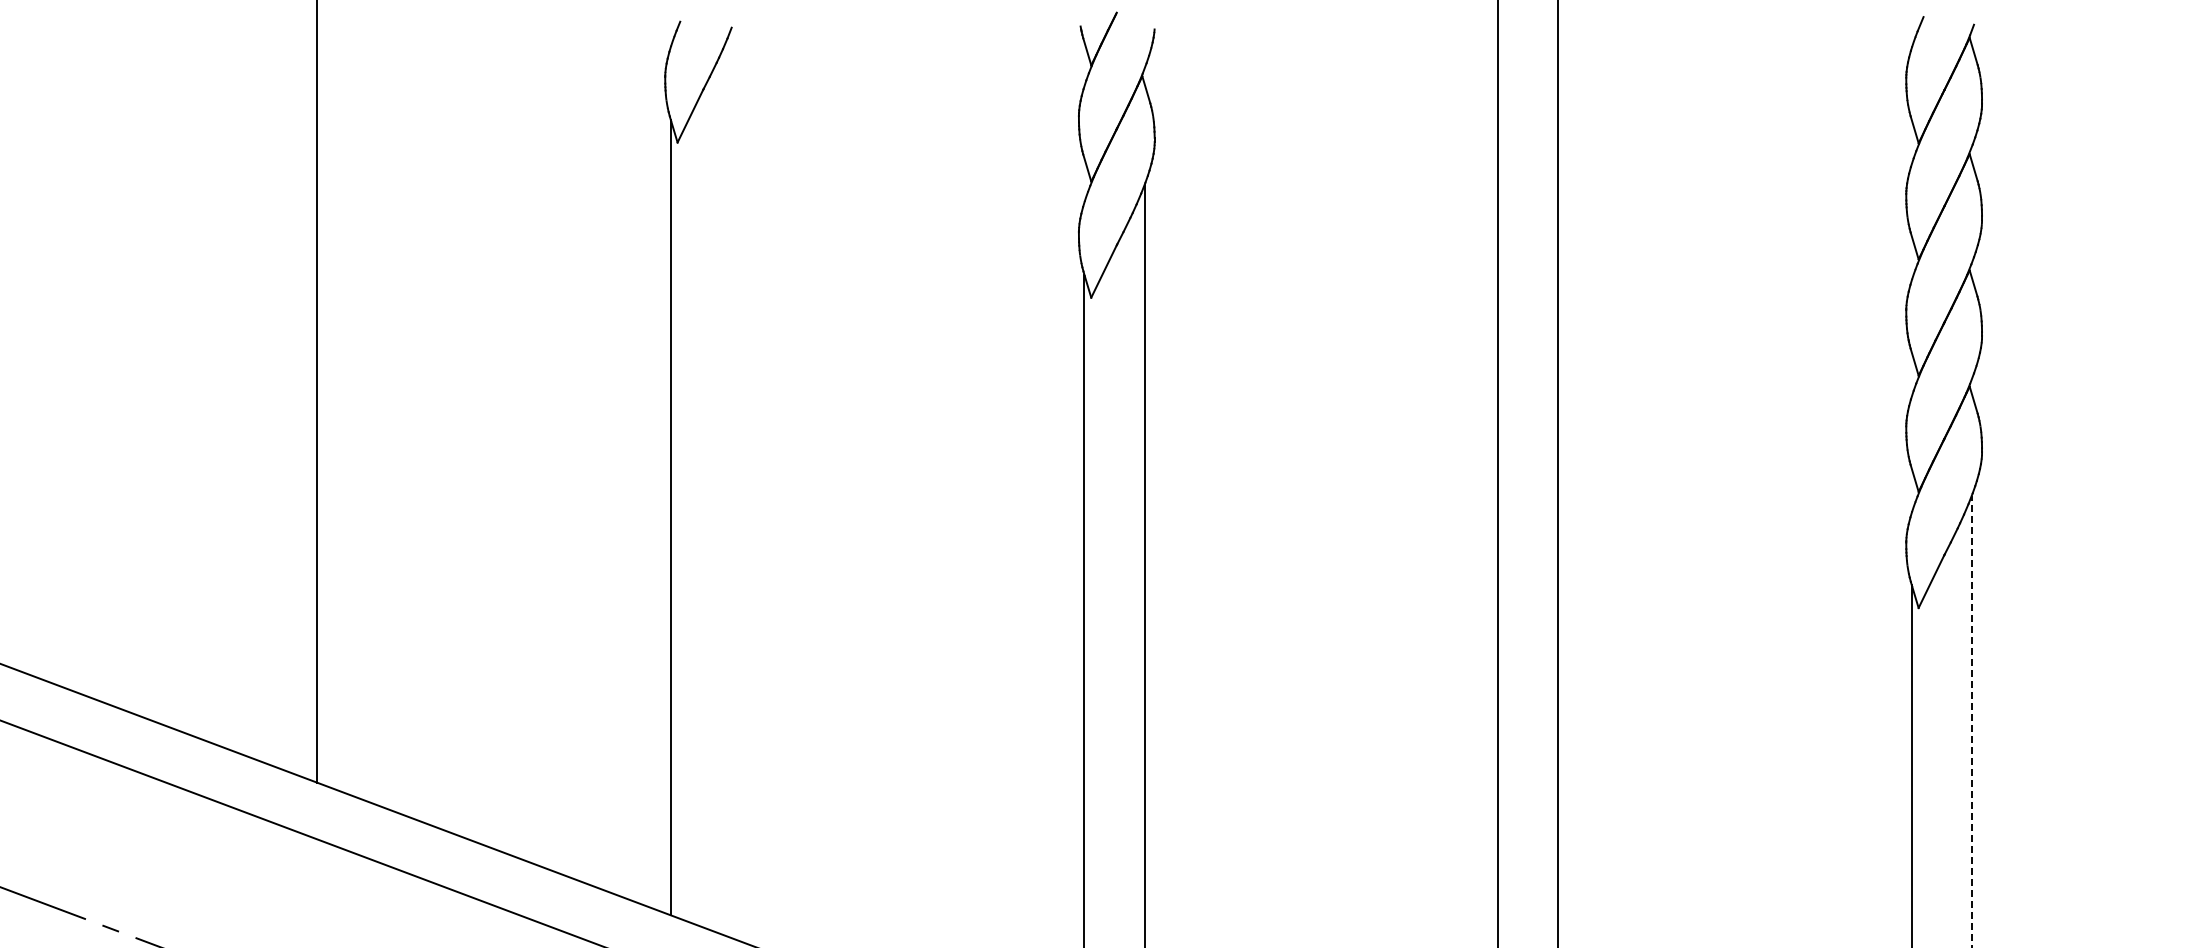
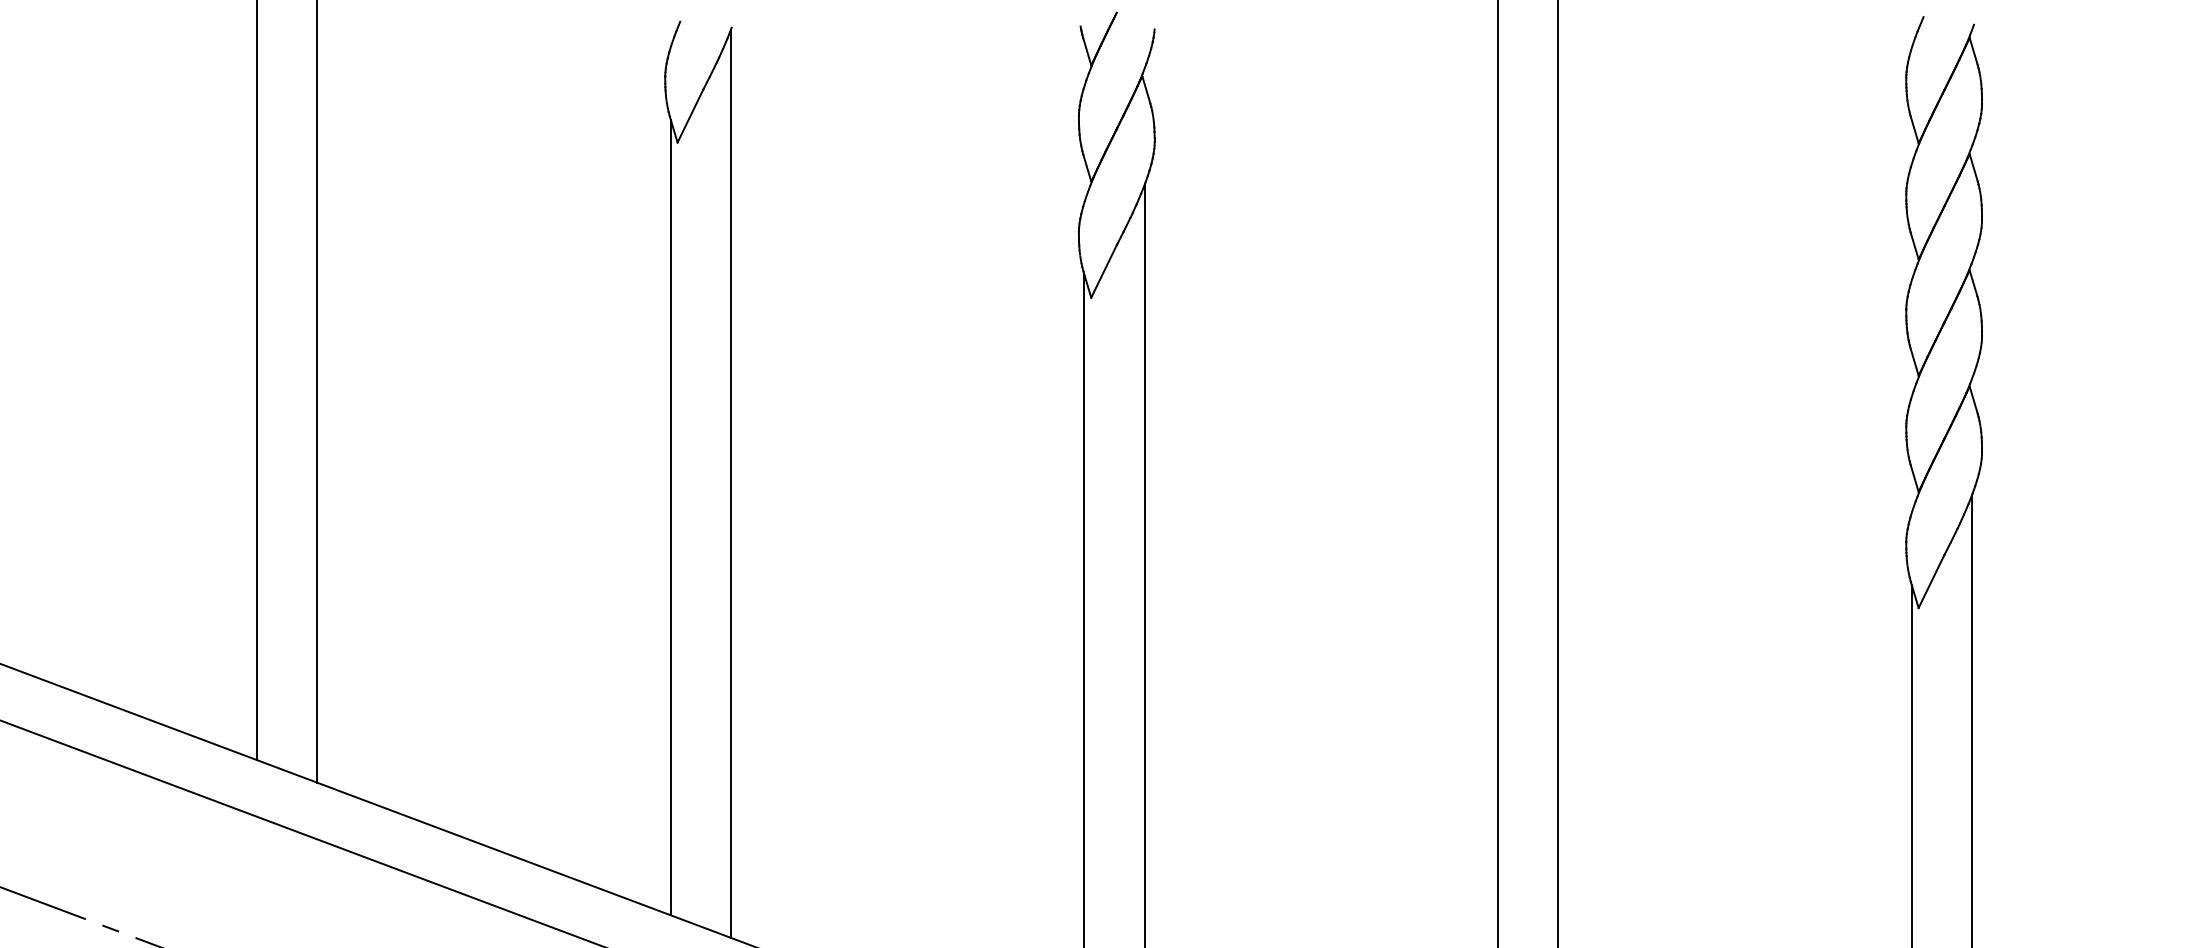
line at (257, 381): none -> present
line at (730, 483): none -> present
line at (1971, 721): dashed -> solid
